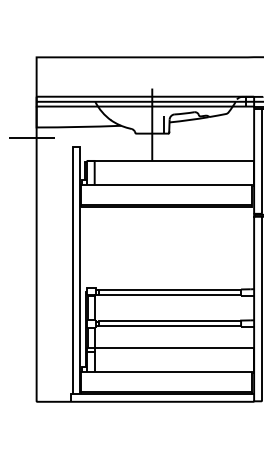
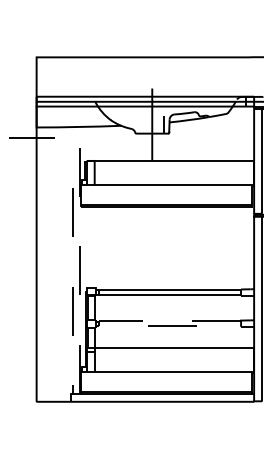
line at (76, 147): solid -> dashed
line at (98, 323): solid -> dashed
